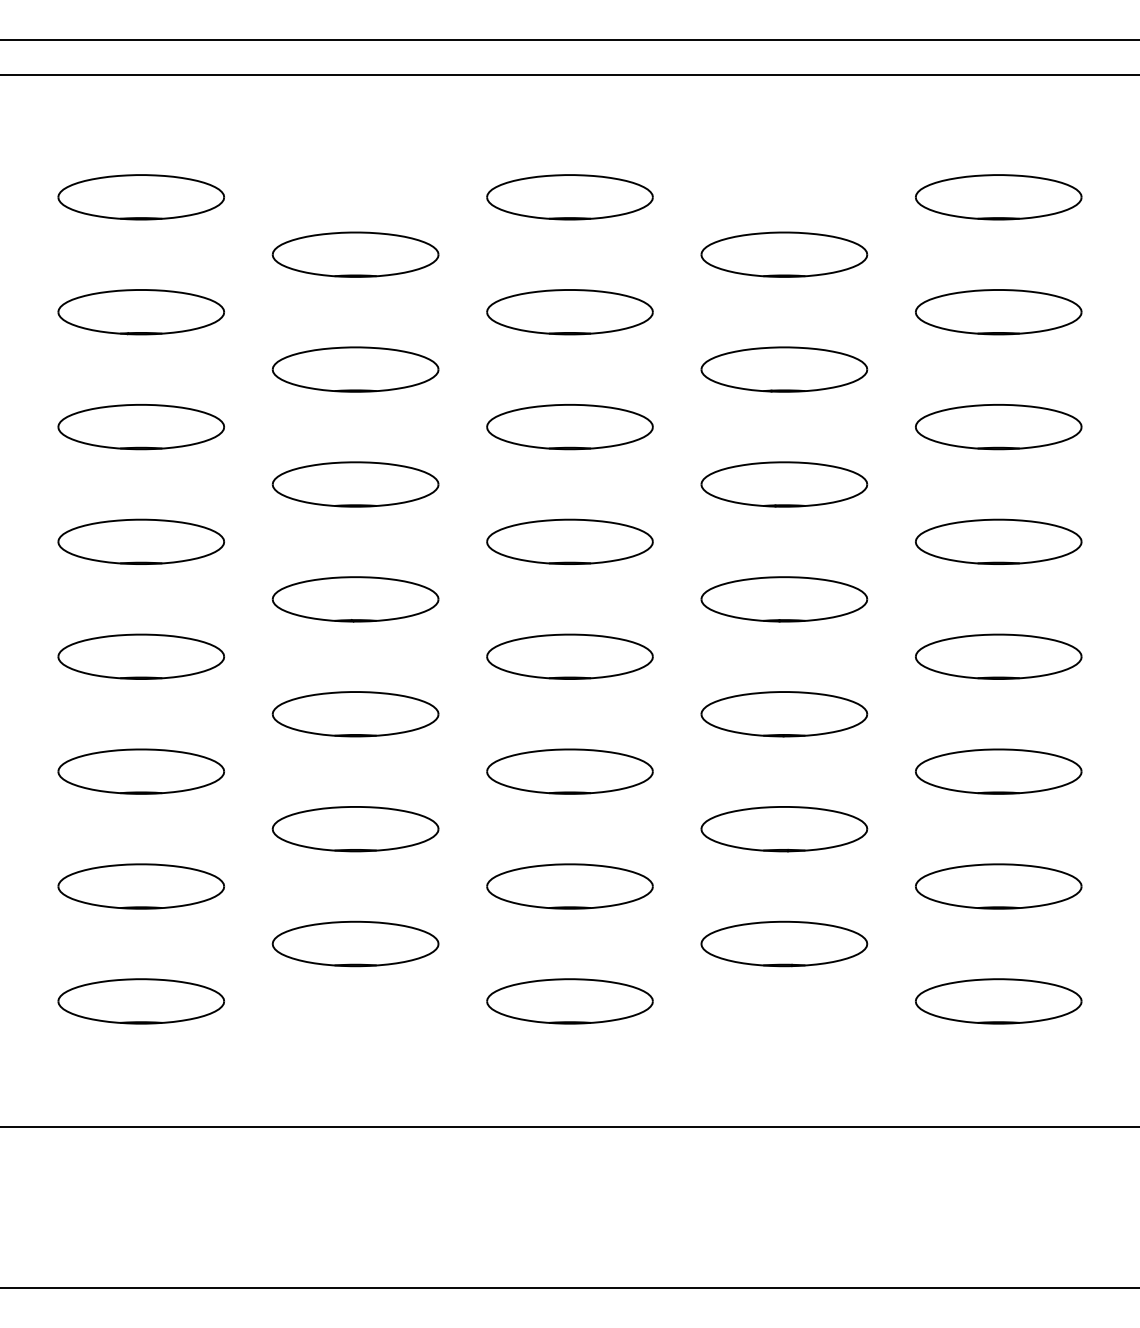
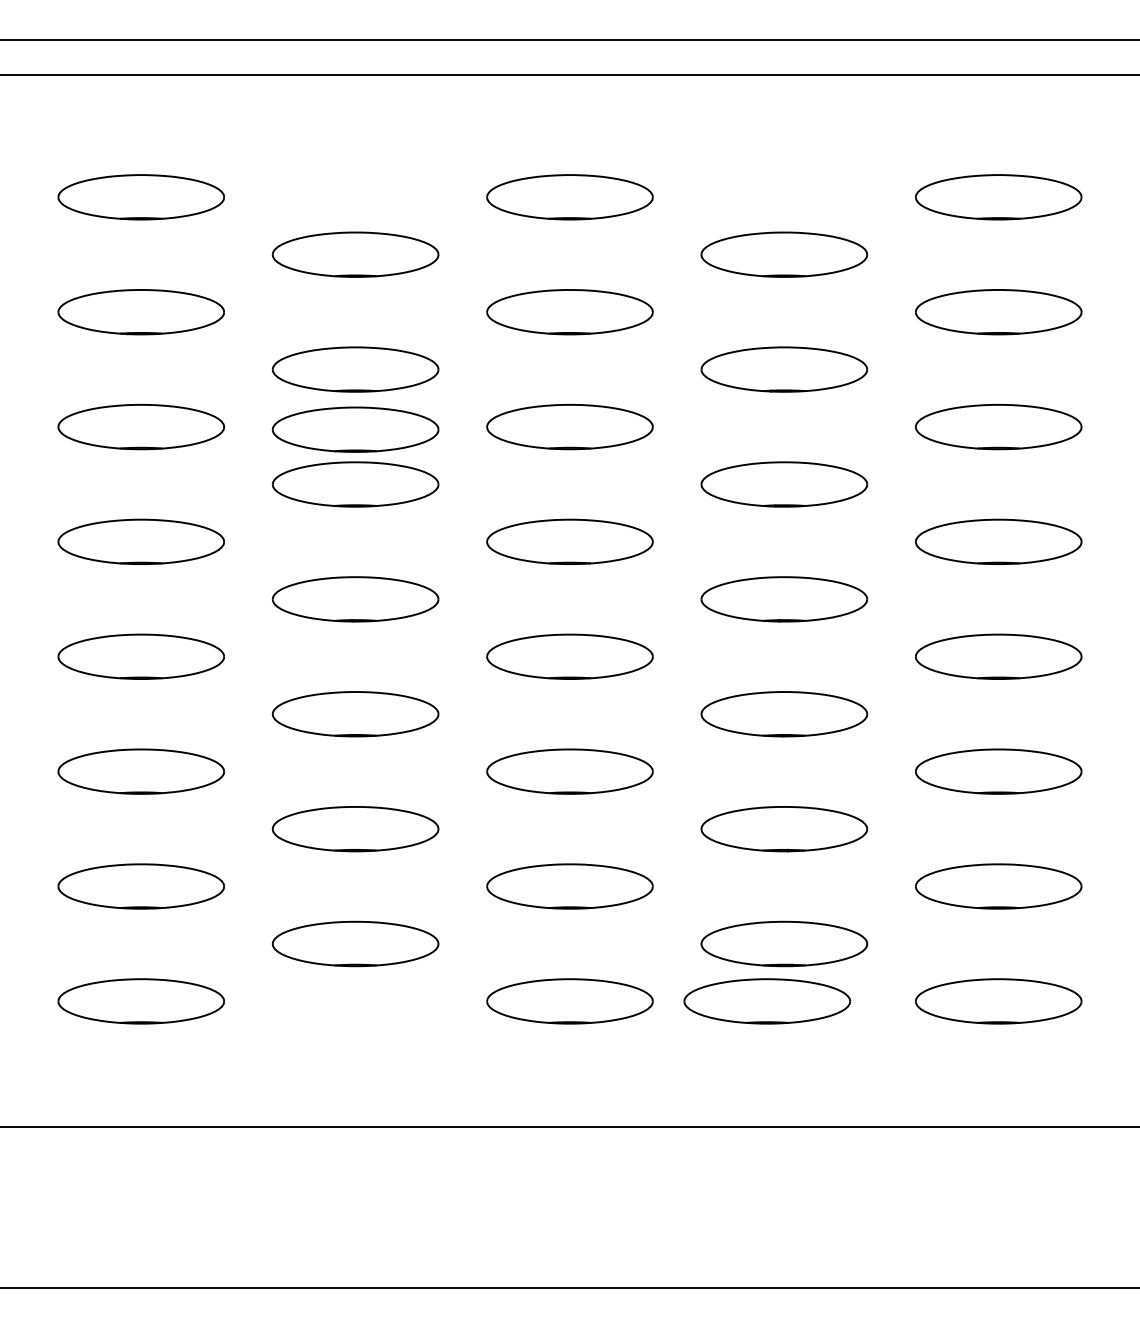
part at (355, 429): none -> present
part at (766, 1001): none -> present
